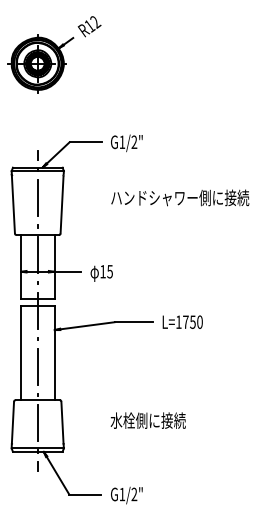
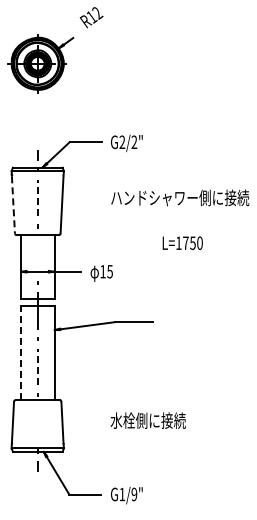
text at (89, 26) position: (89, 26) -> (91, 17)
text at (122, 141): G1/2" -> G2/2"
line at (37, 198): solid -> dashed
line at (13, 204): solid -> dashed
line at (37, 254): present -> none
text at (182, 321) position: (182, 321) -> (182, 242)
line at (20, 352): solid -> dashed
line at (37, 367): solid -> dashed
line at (37, 423): present -> none
text at (134, 494): G1/2" -> G1/9"
